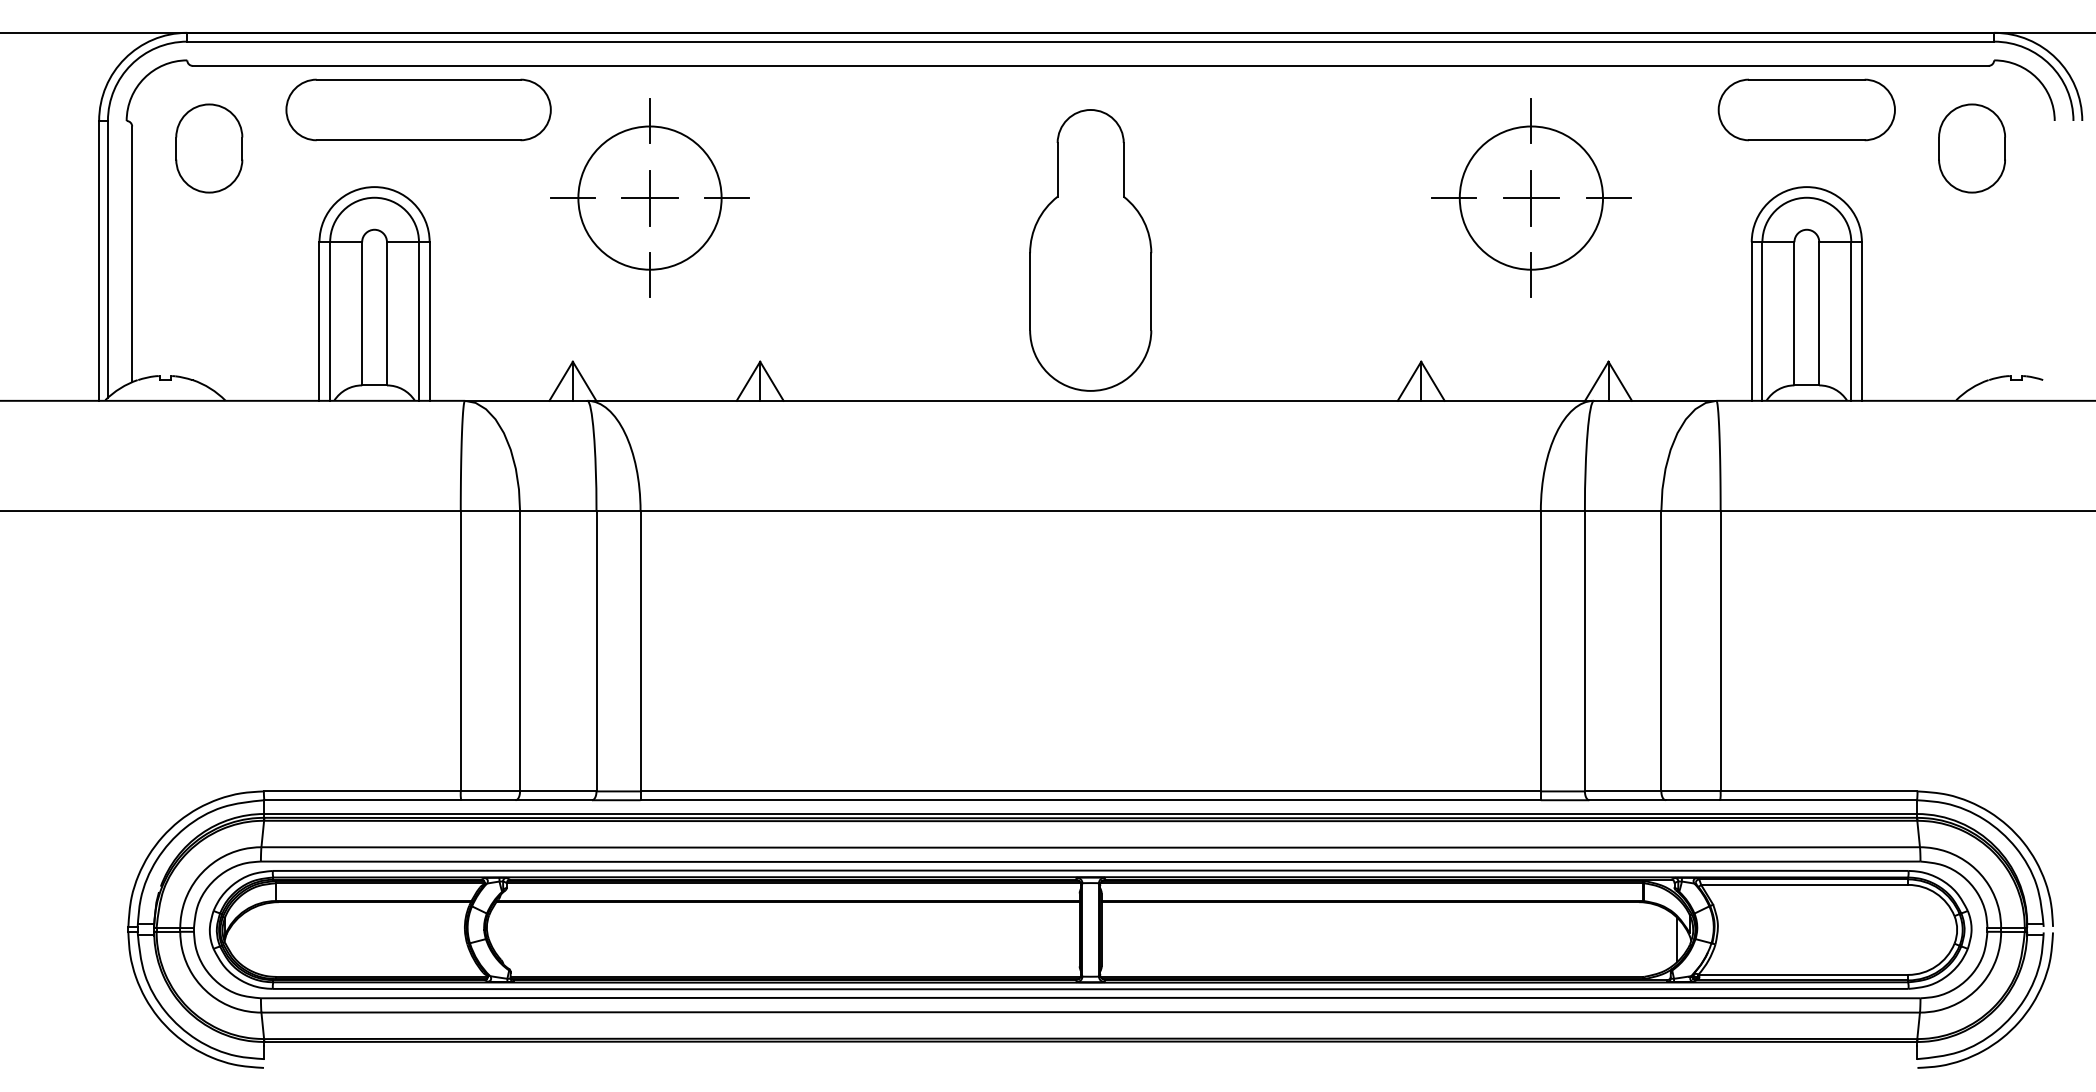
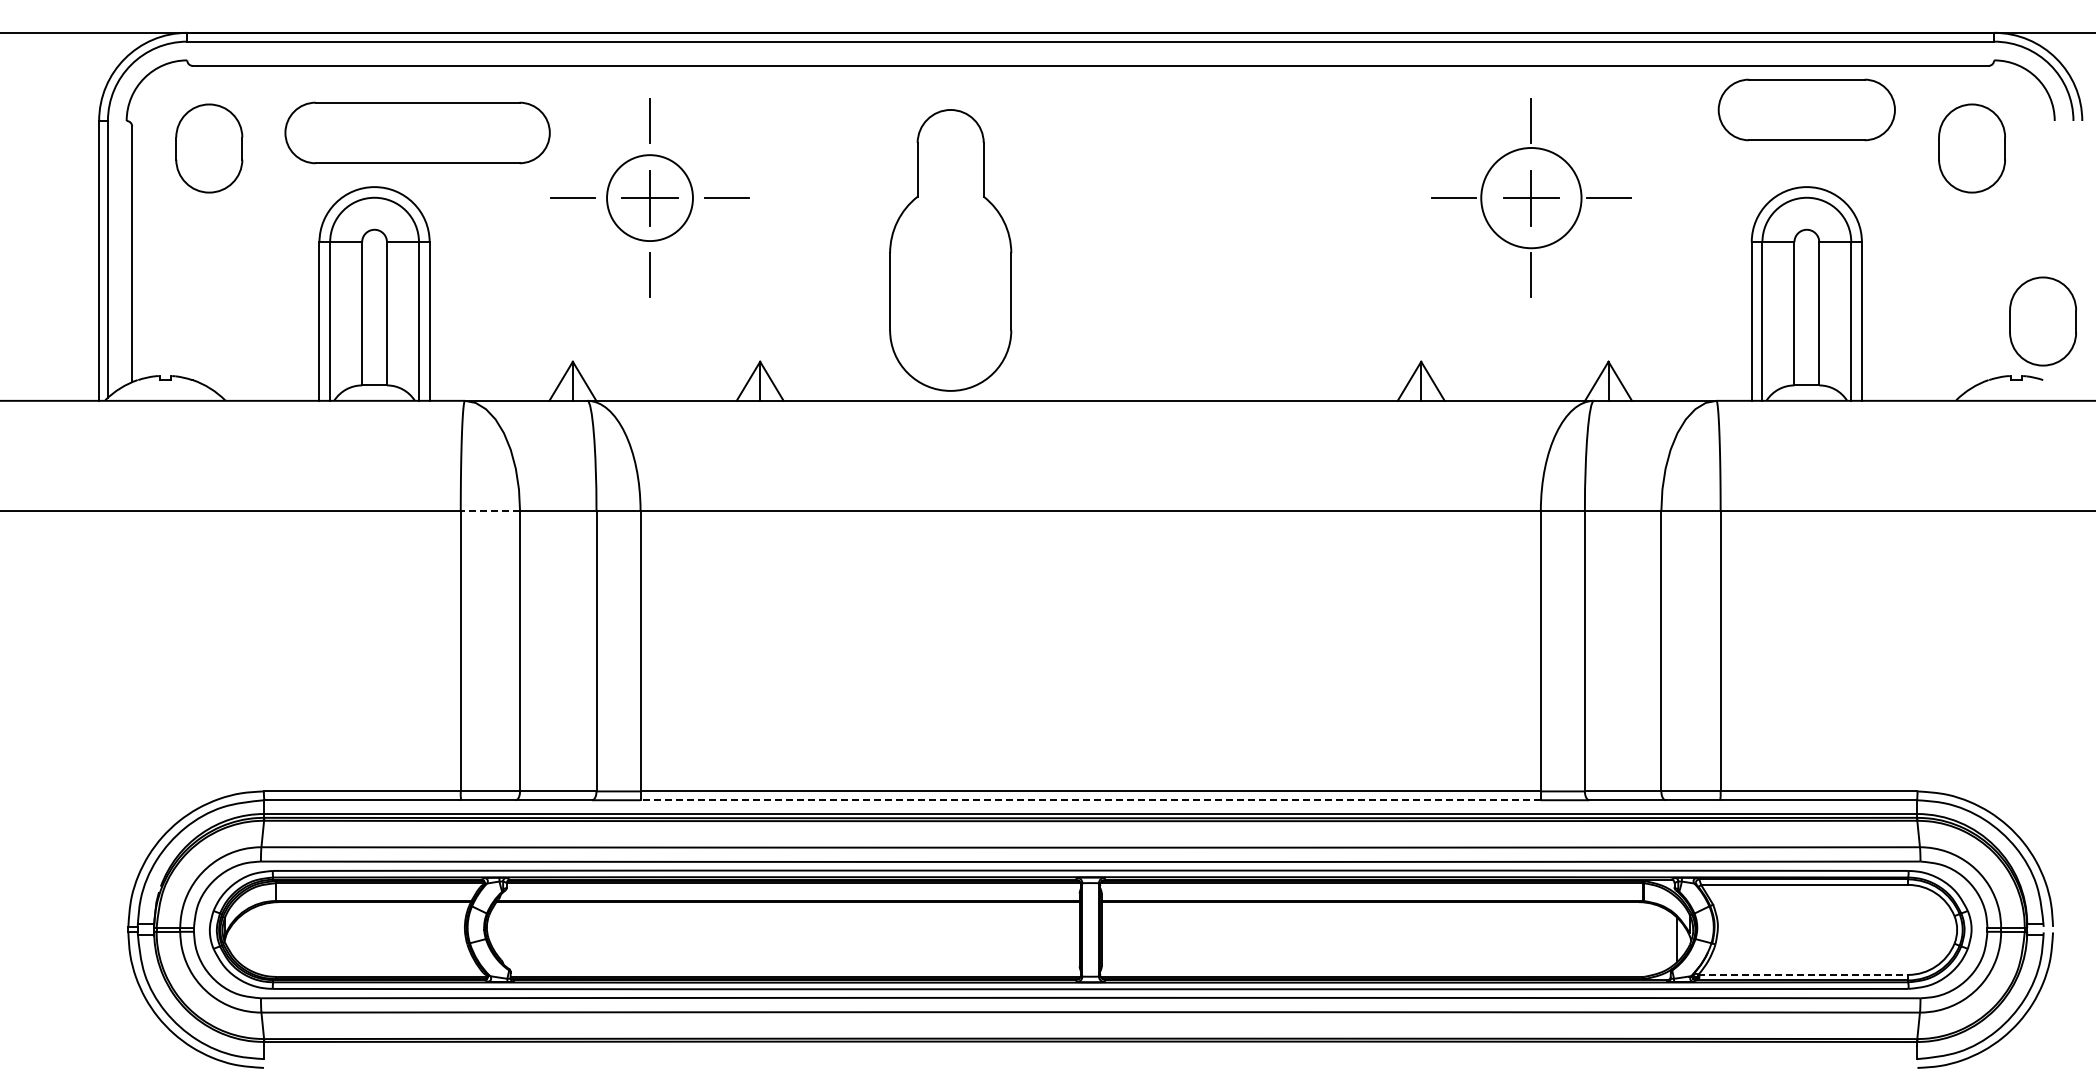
part at (418, 109) position: (418, 109) -> (417, 132)
circle at (649, 197) diameter: 143 px -> 86 px
circle at (1531, 197) diameter: 143 px -> 100 px
part at (1090, 250) position: (1090, 250) -> (950, 250)
part at (2042, 321): none -> present
line at (490, 511): solid -> dashed
line at (1090, 800): solid -> dashed
line at (1803, 974): solid -> dashed
